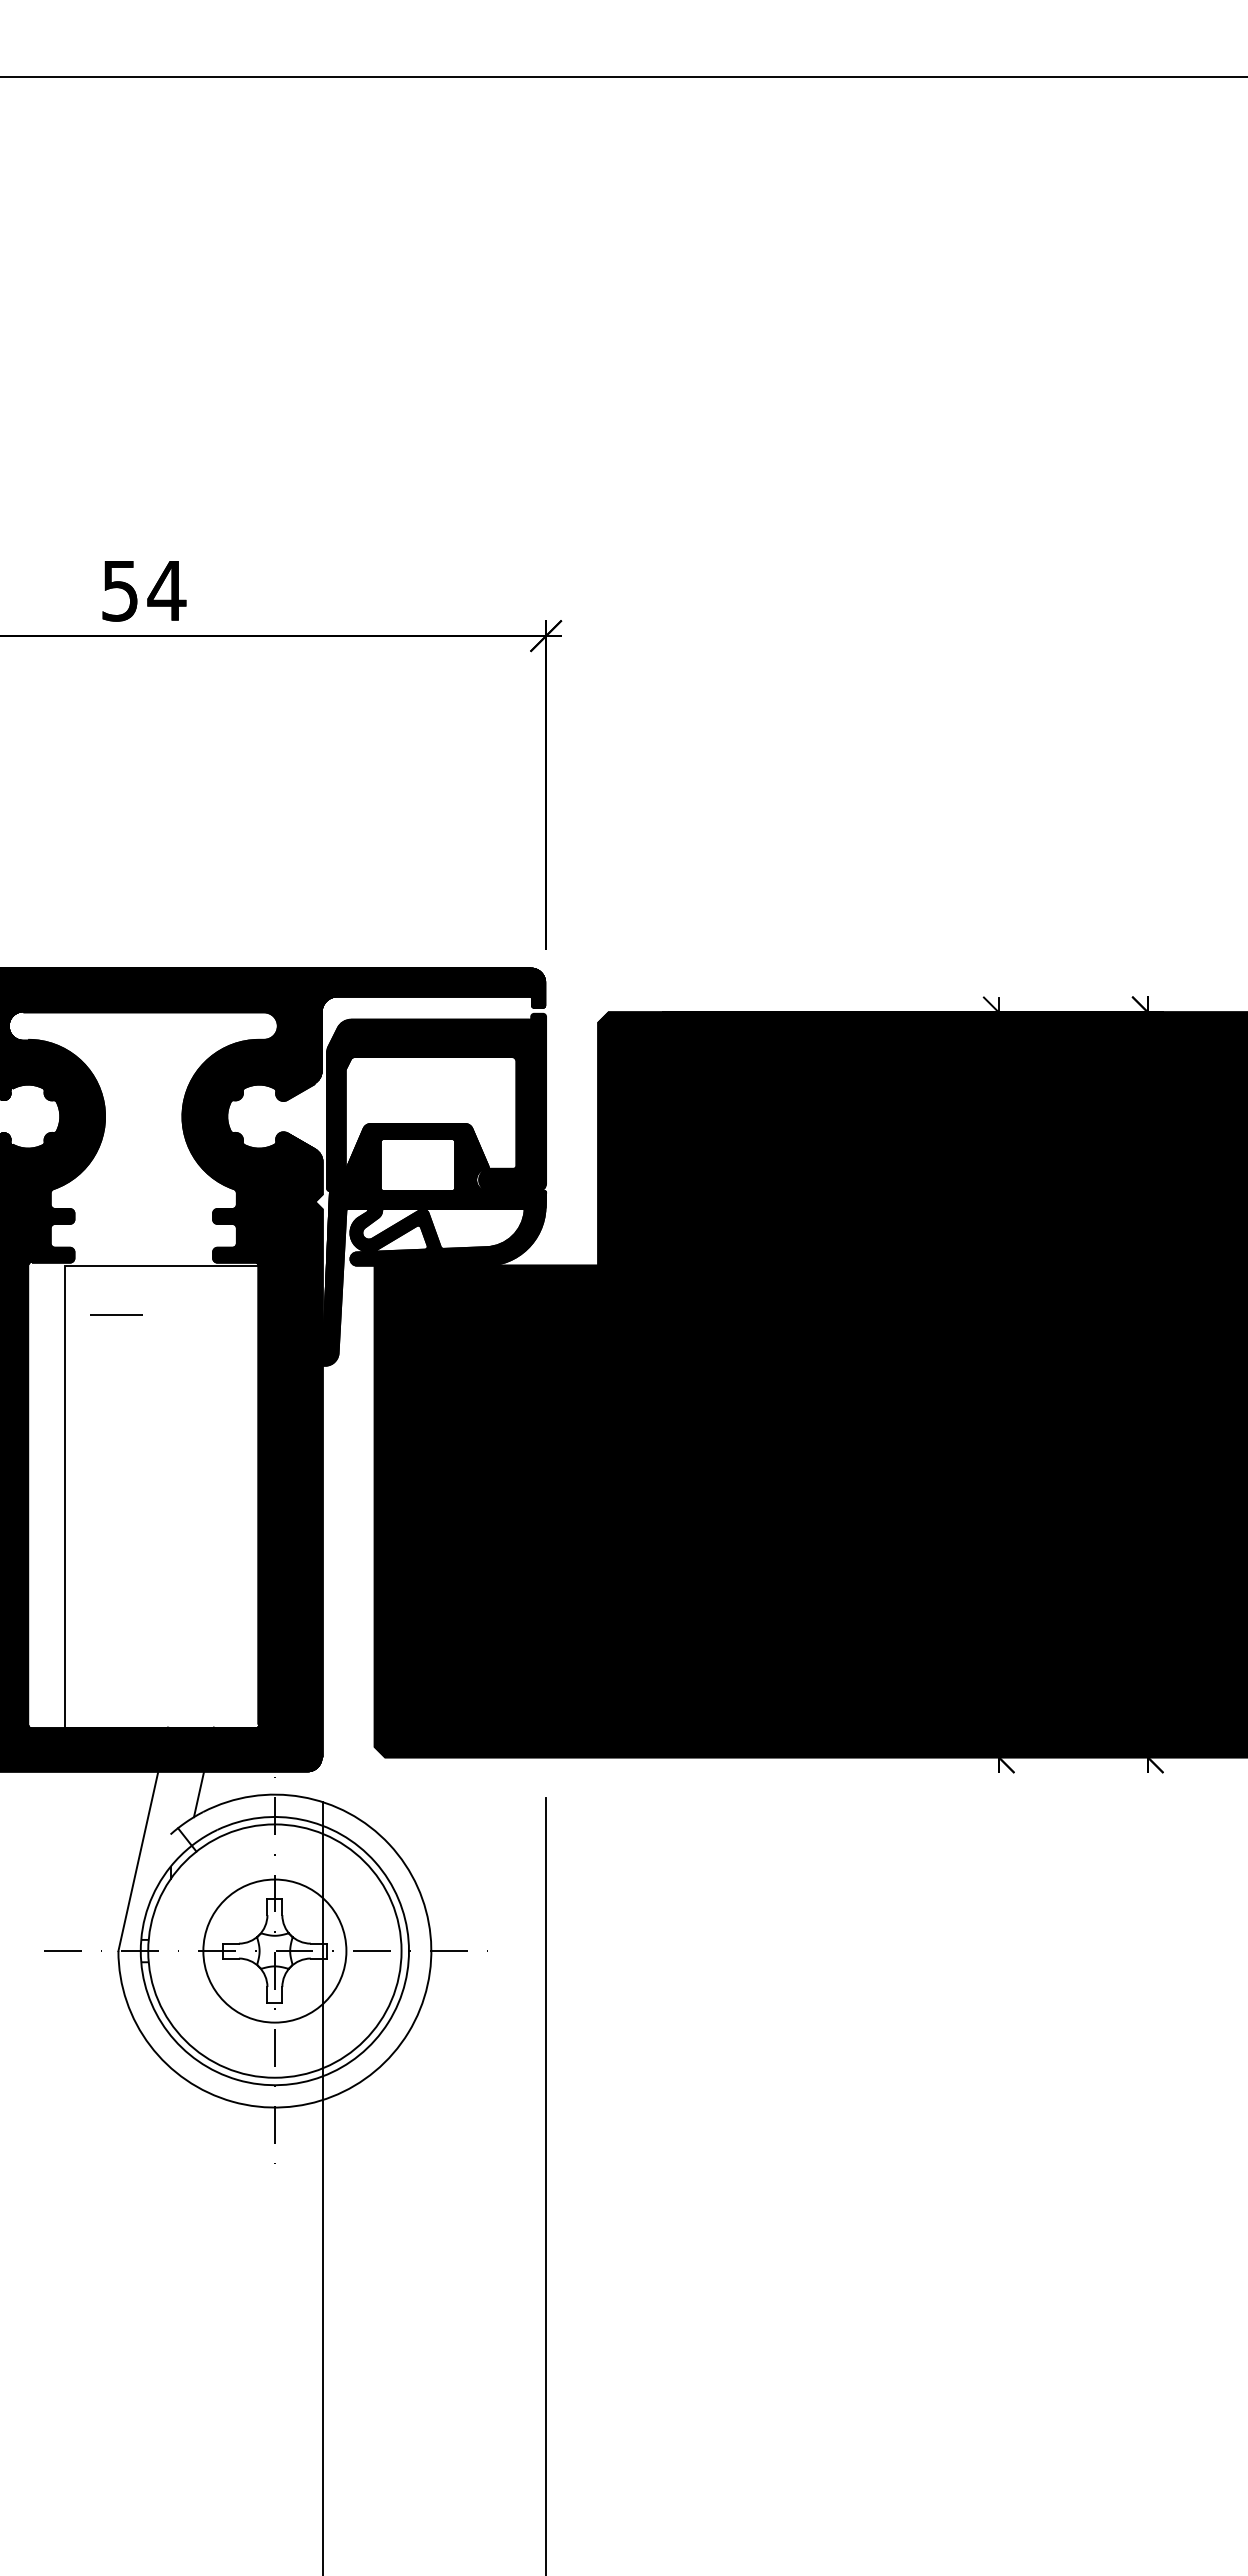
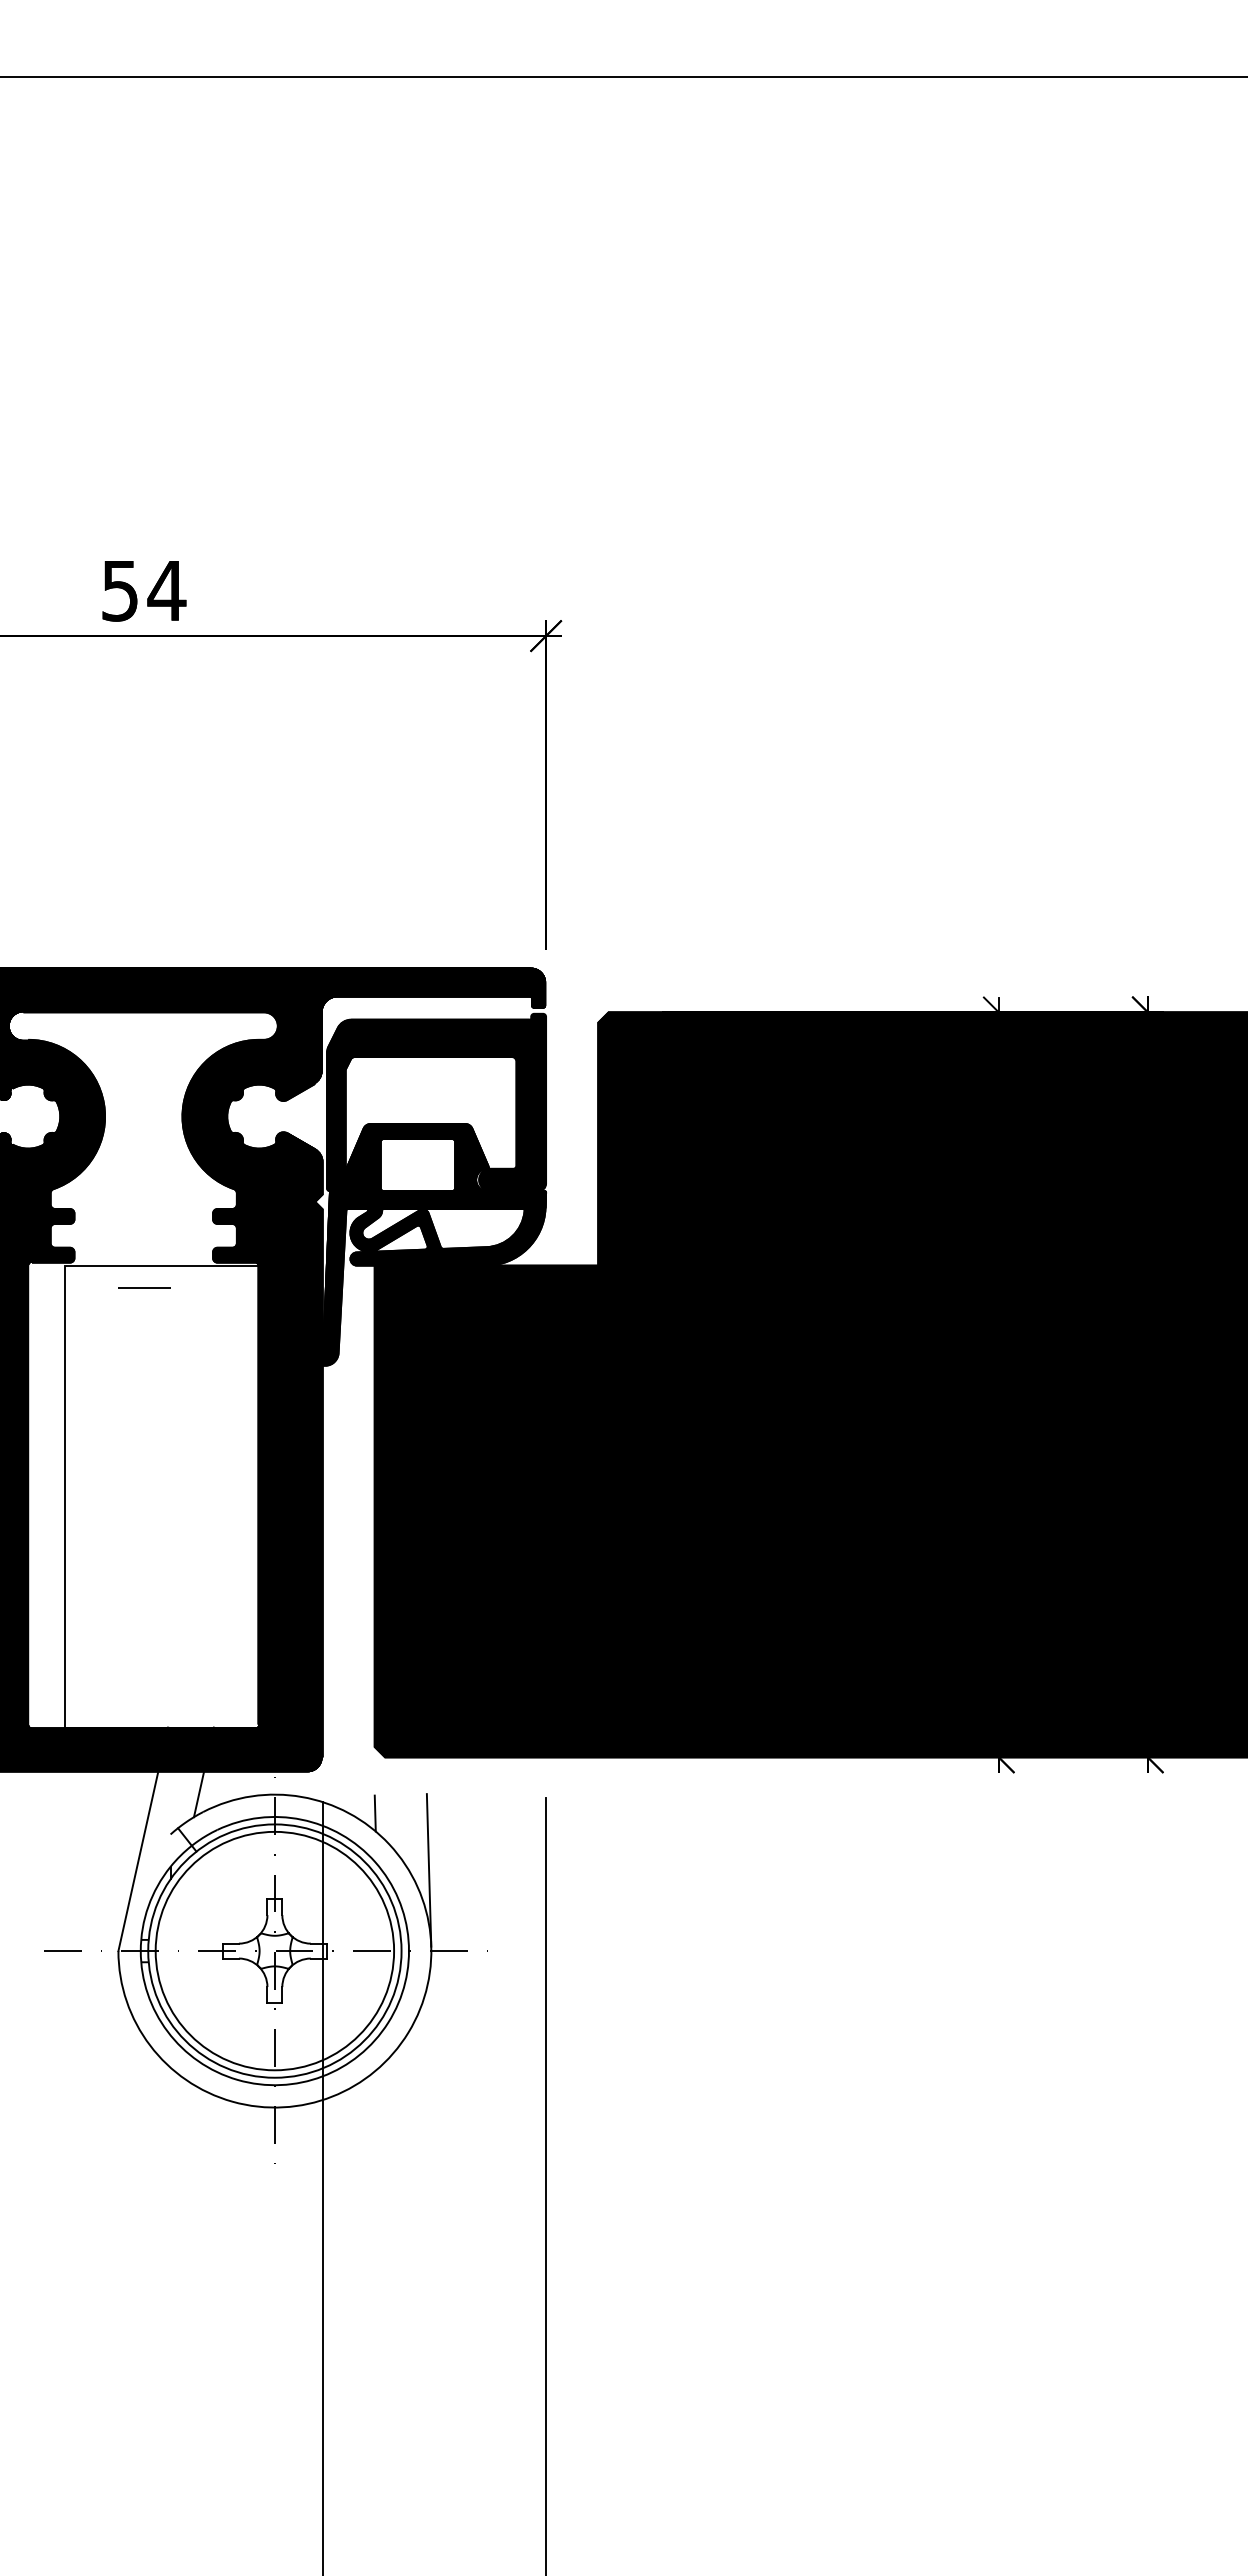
line at (116, 1314) position: (116, 1314) -> (144, 1287)
line at (374, 1813): none -> present
line at (428, 1870): none -> present
circle at (274, 1950) diameter: 143 px -> 238 px
